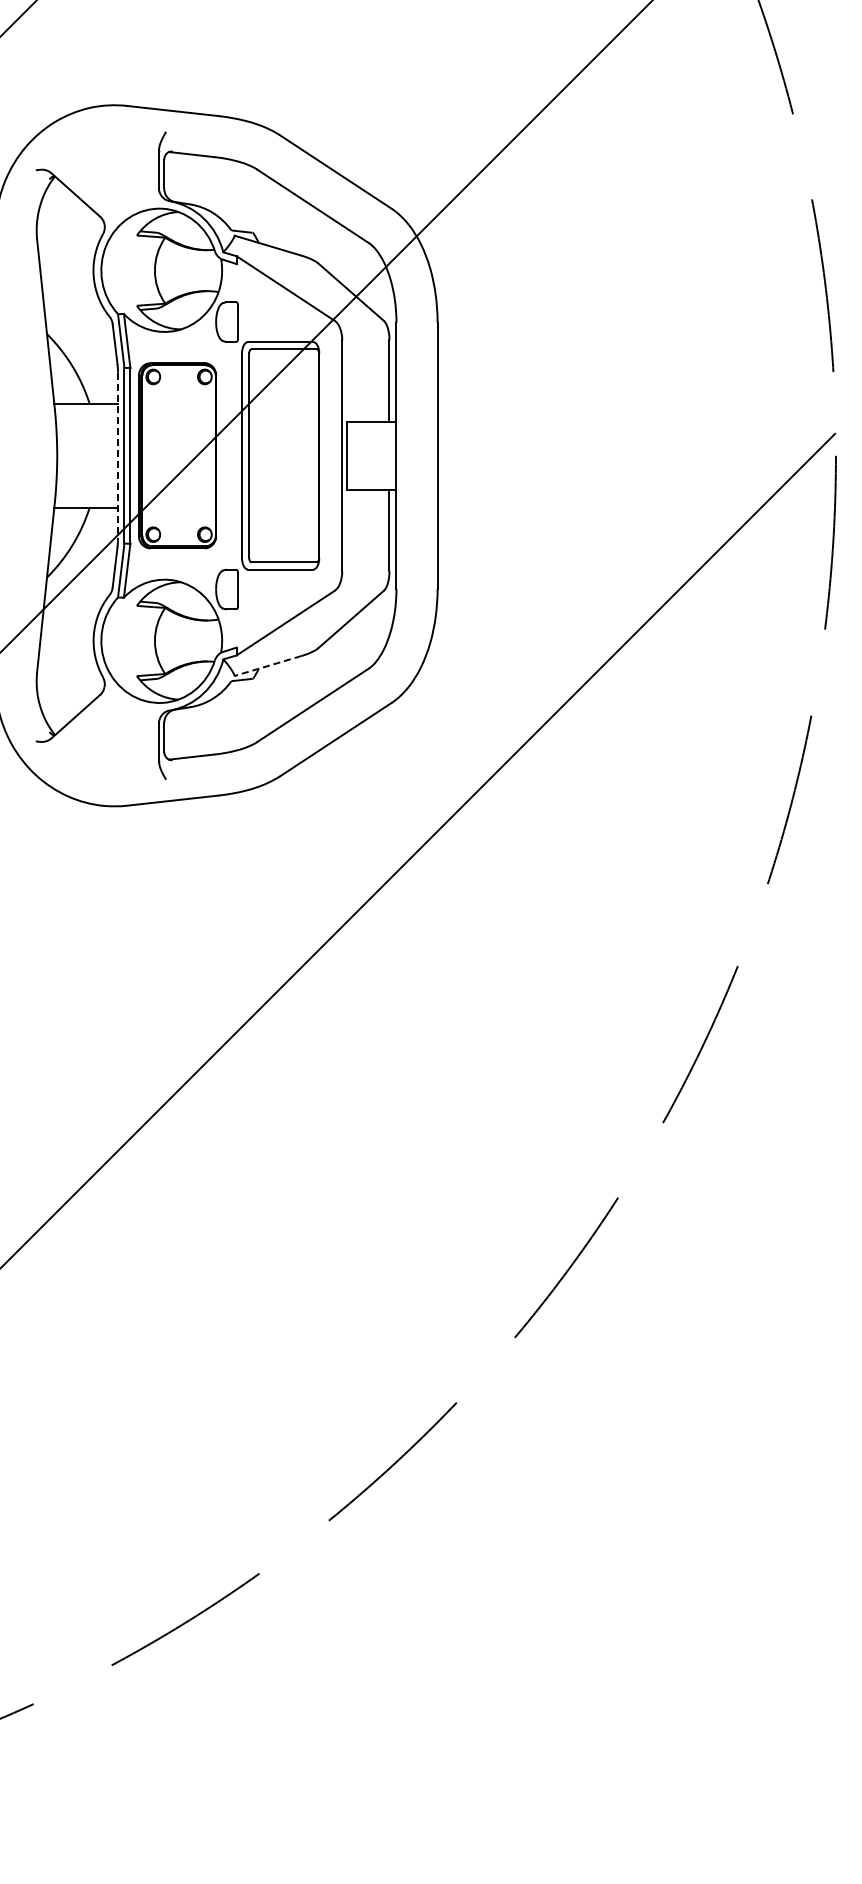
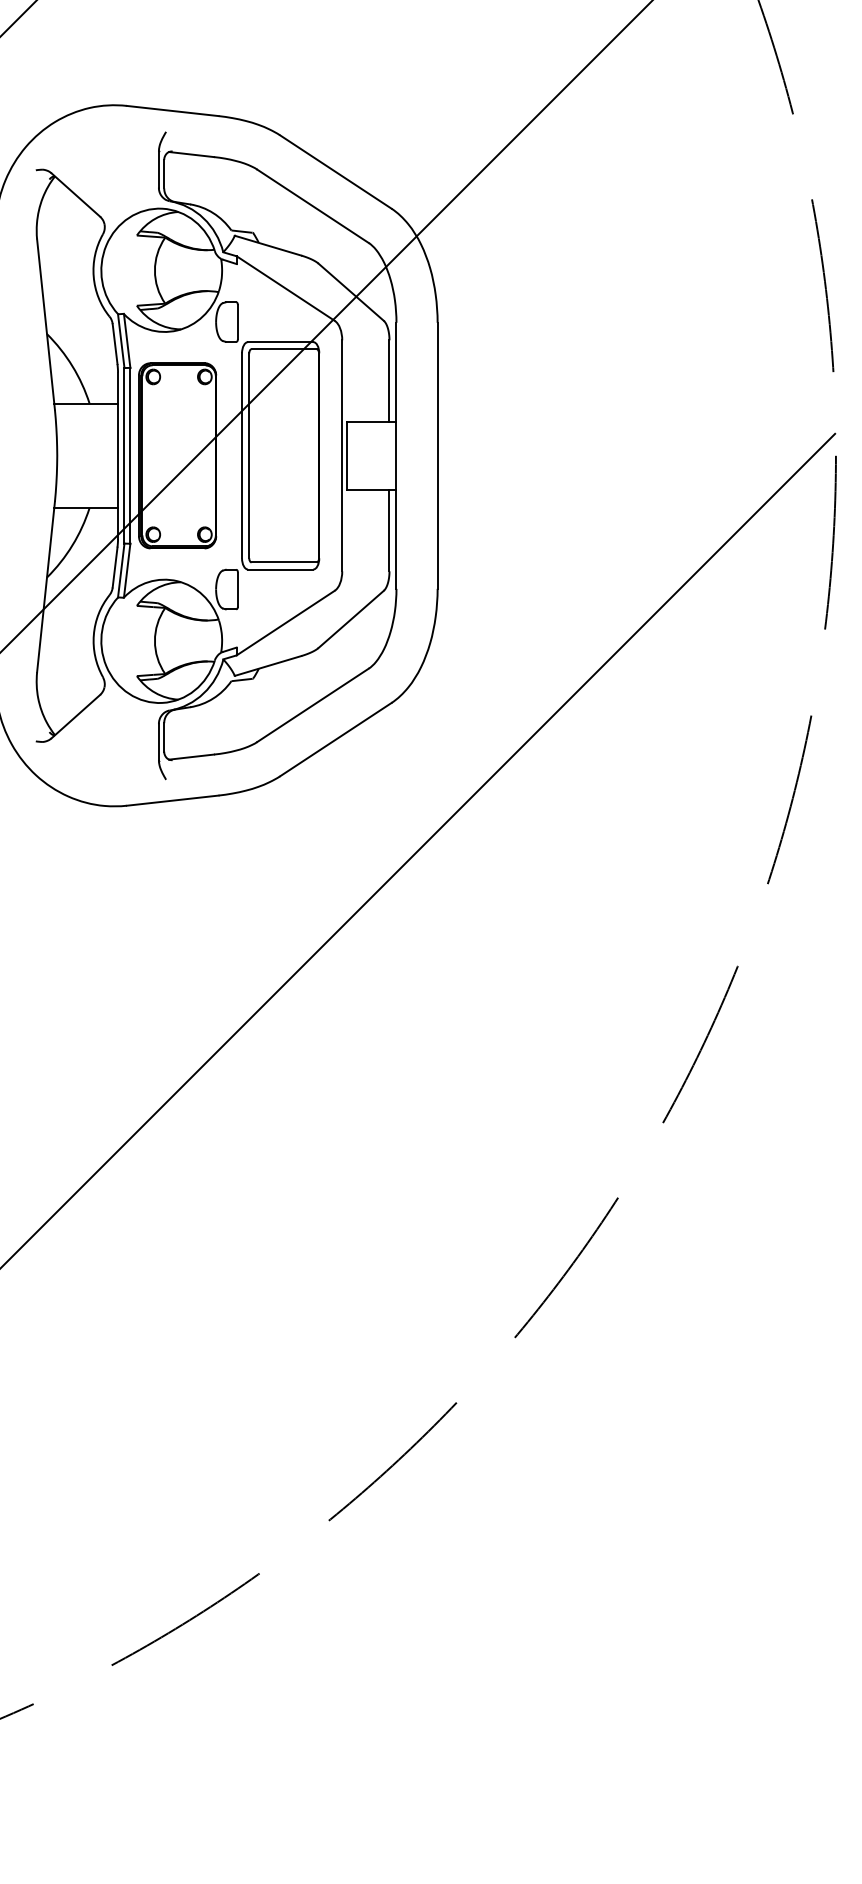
line at (118, 456): dashed -> solid
line at (268, 665): dashed -> solid
